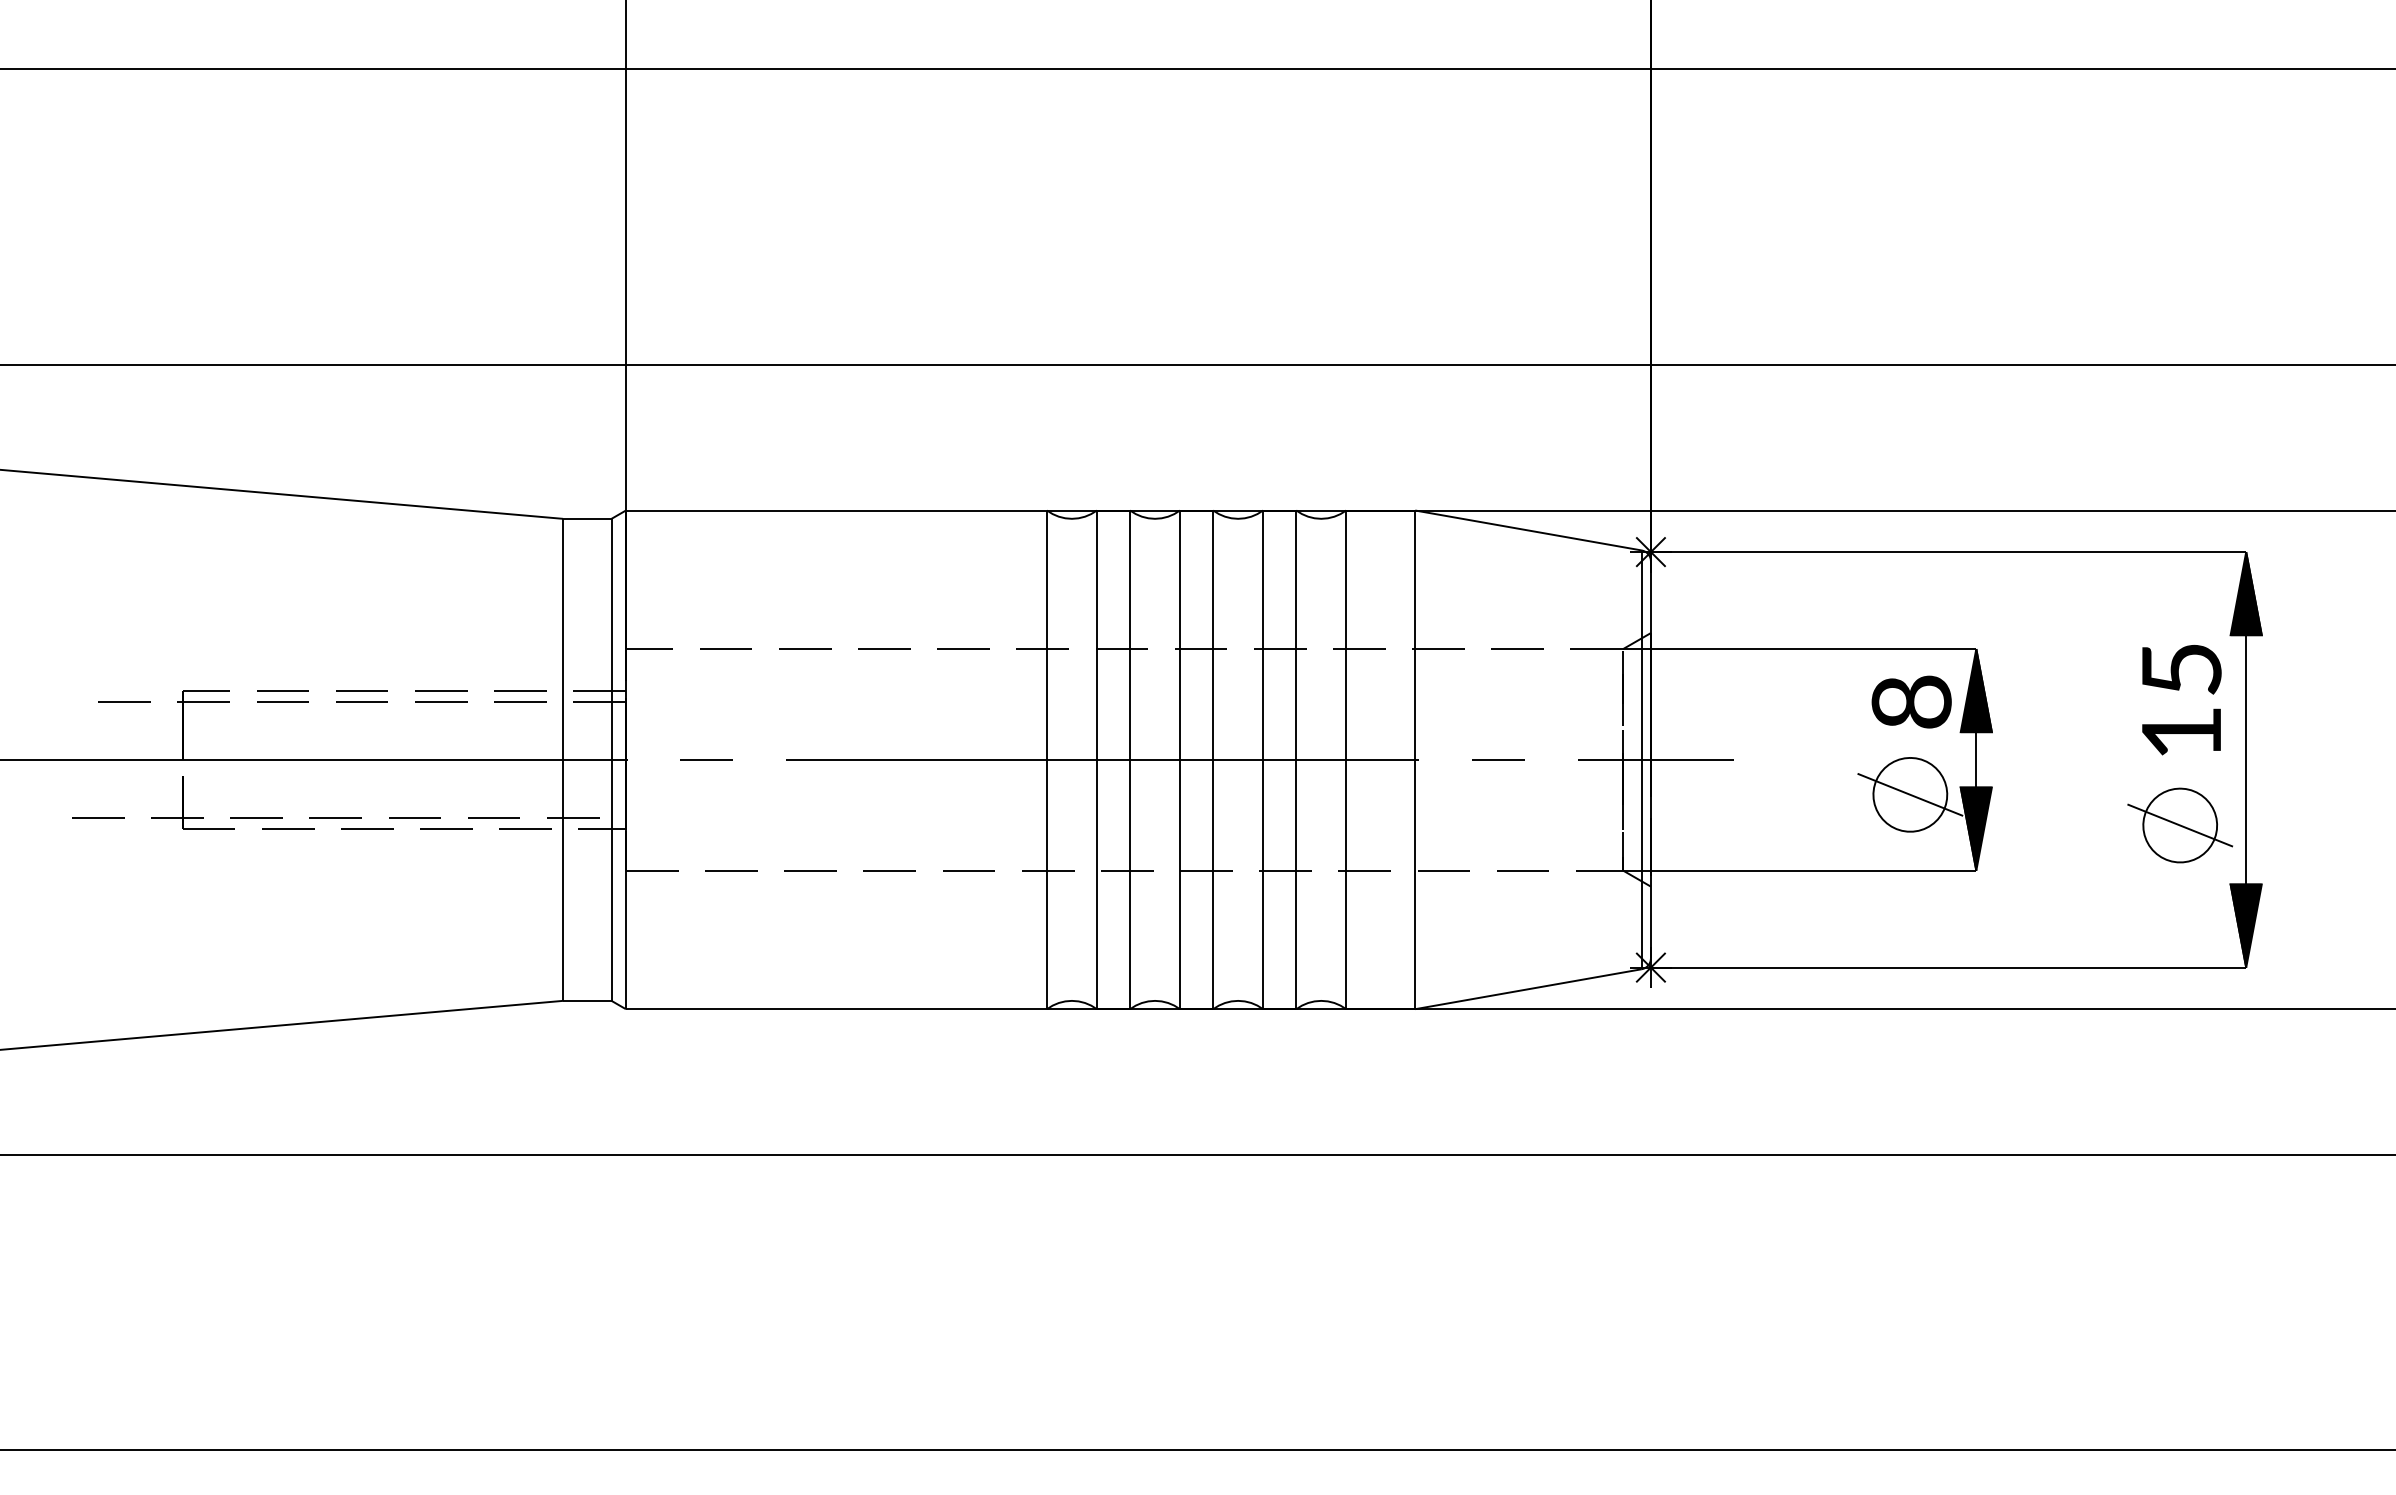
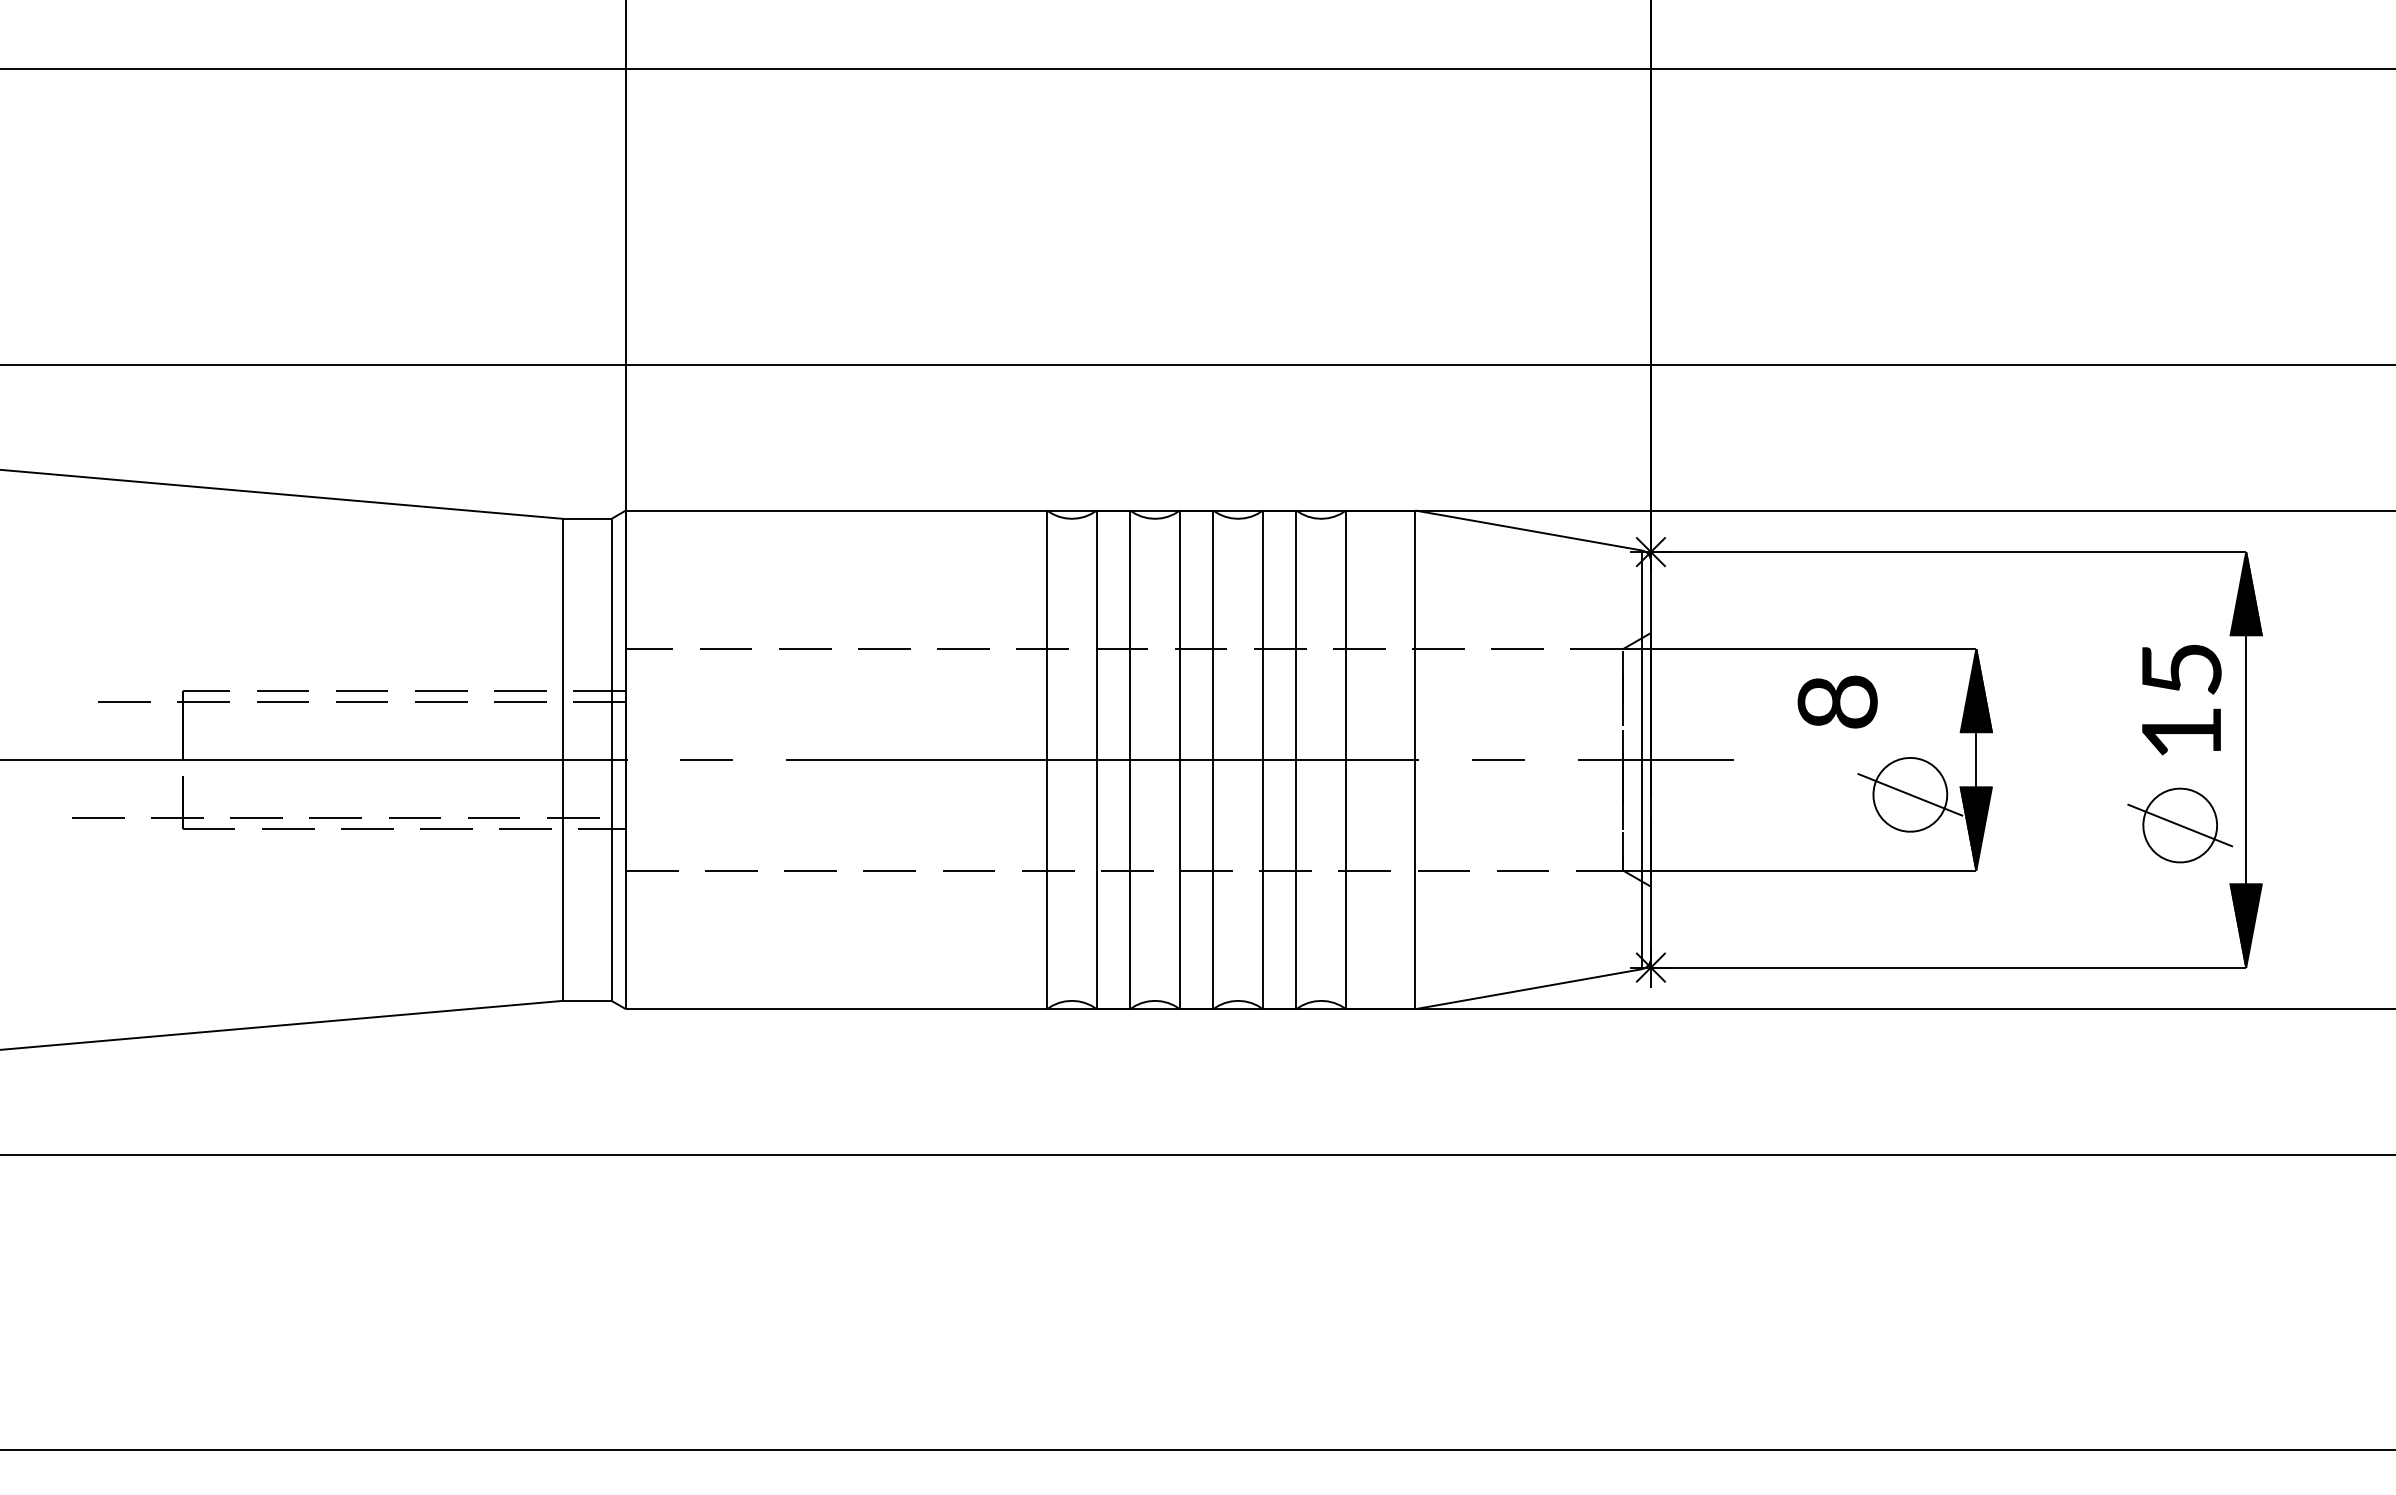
text at (1911, 701) position: (1911, 701) -> (1837, 701)
